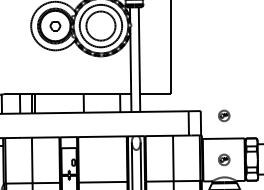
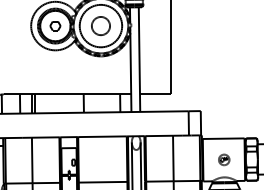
circle at (100, 25) diameter: 29 px -> 18 px
part at (224, 115): present -> none
